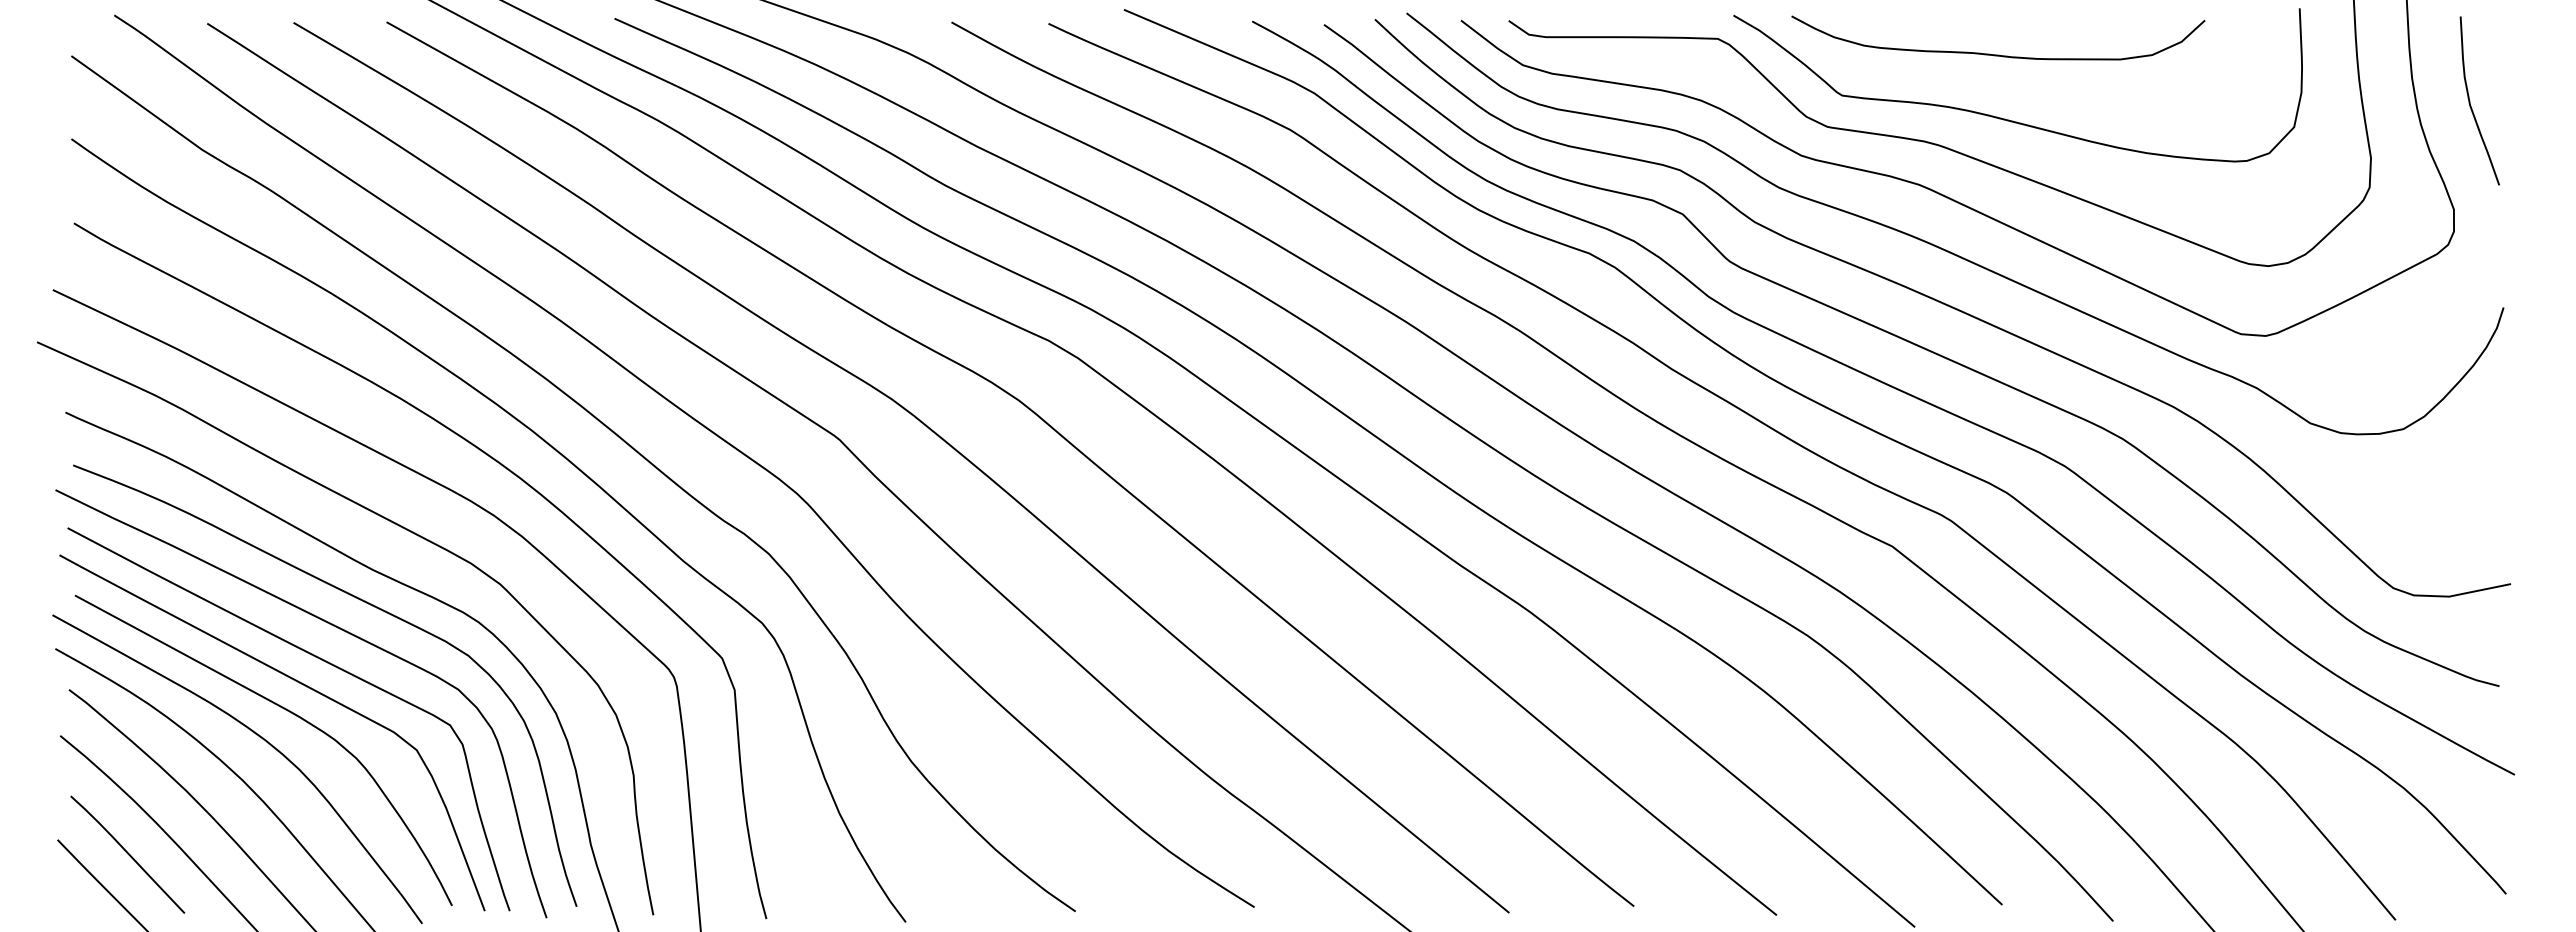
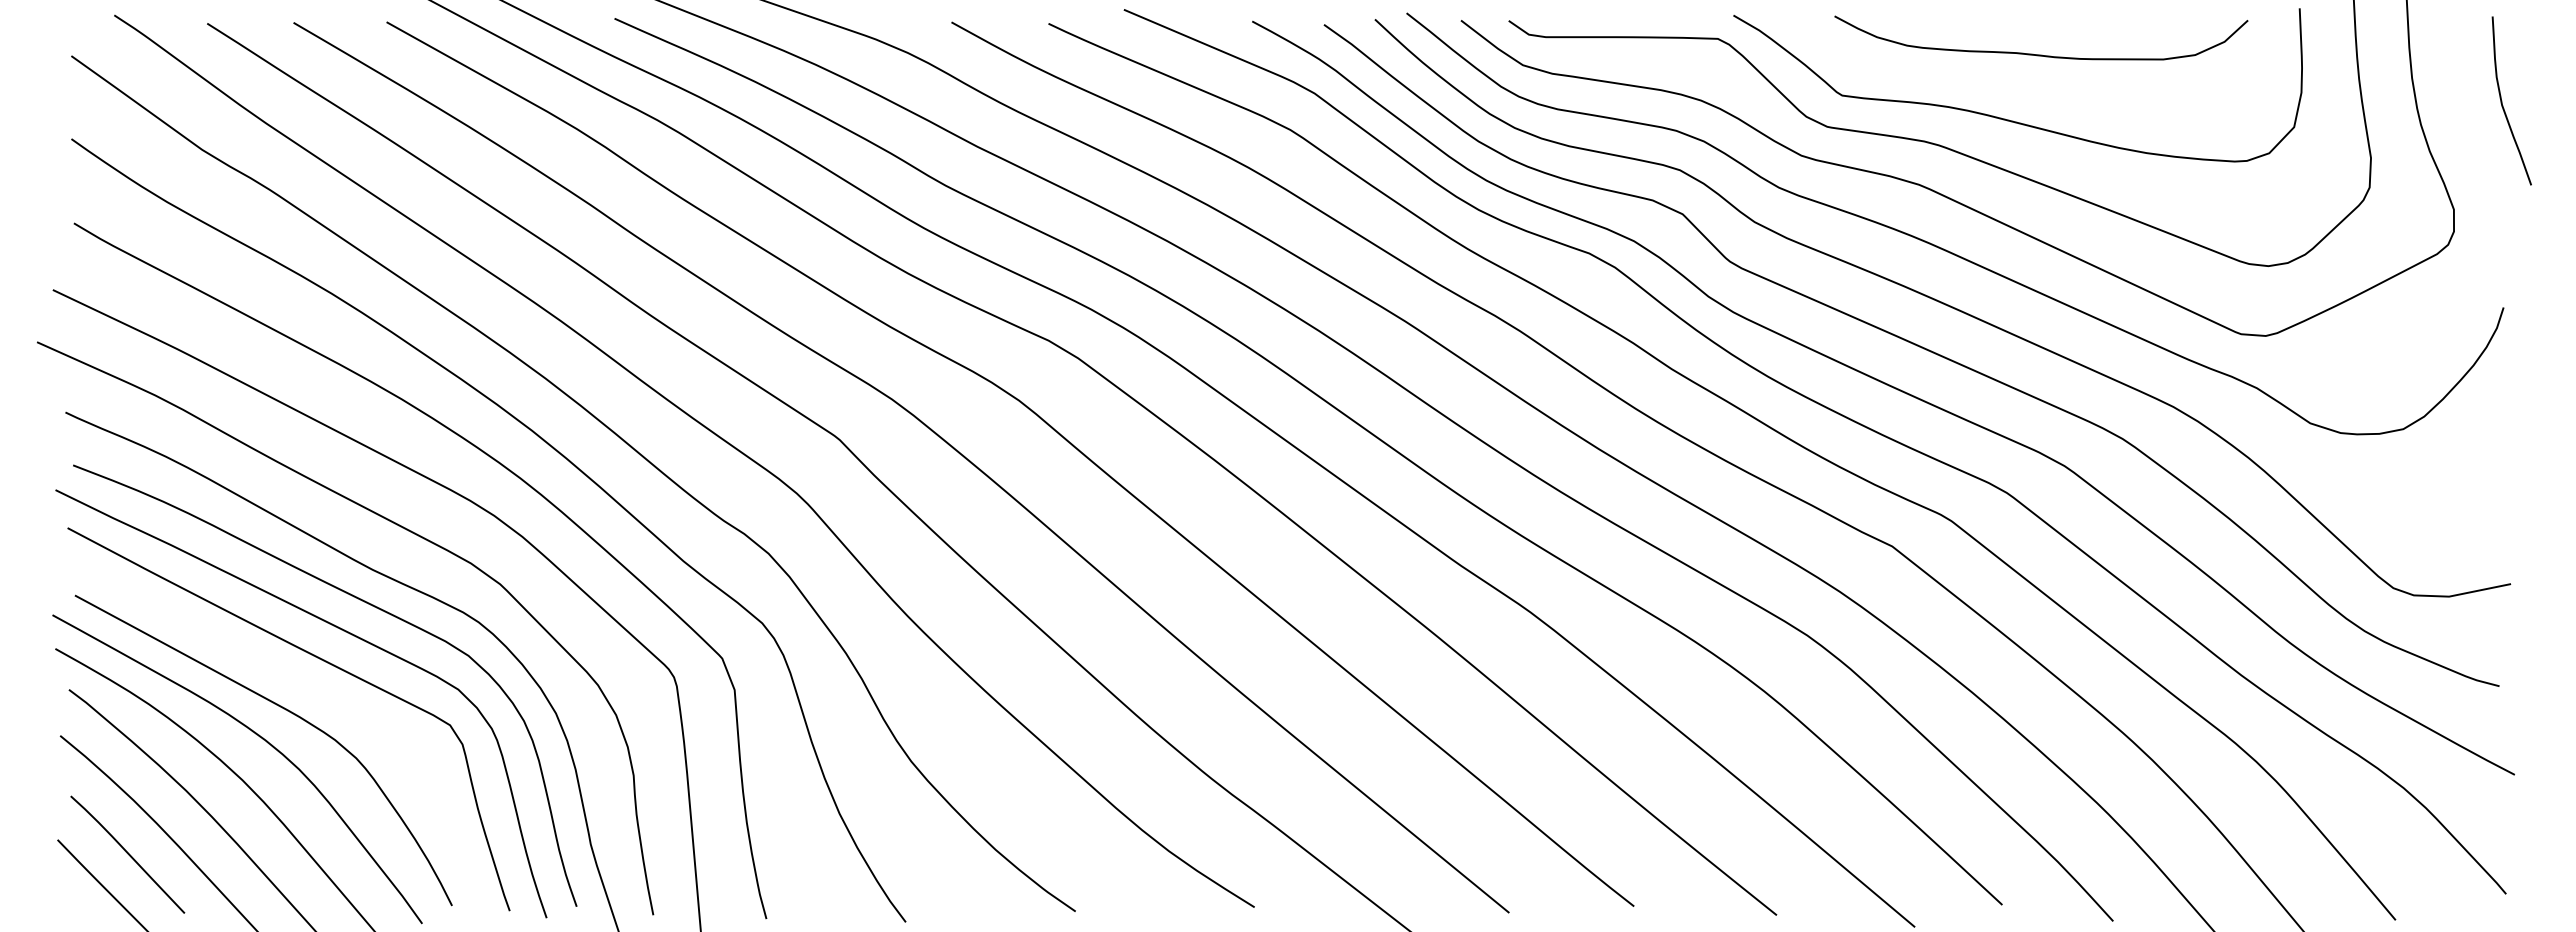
curve at (1998, 54) position: (1998, 54) -> (2041, 54)
curve at (2470, 100) position: (2470, 100) -> (2502, 100)
curve at (297, 682): present -> none
